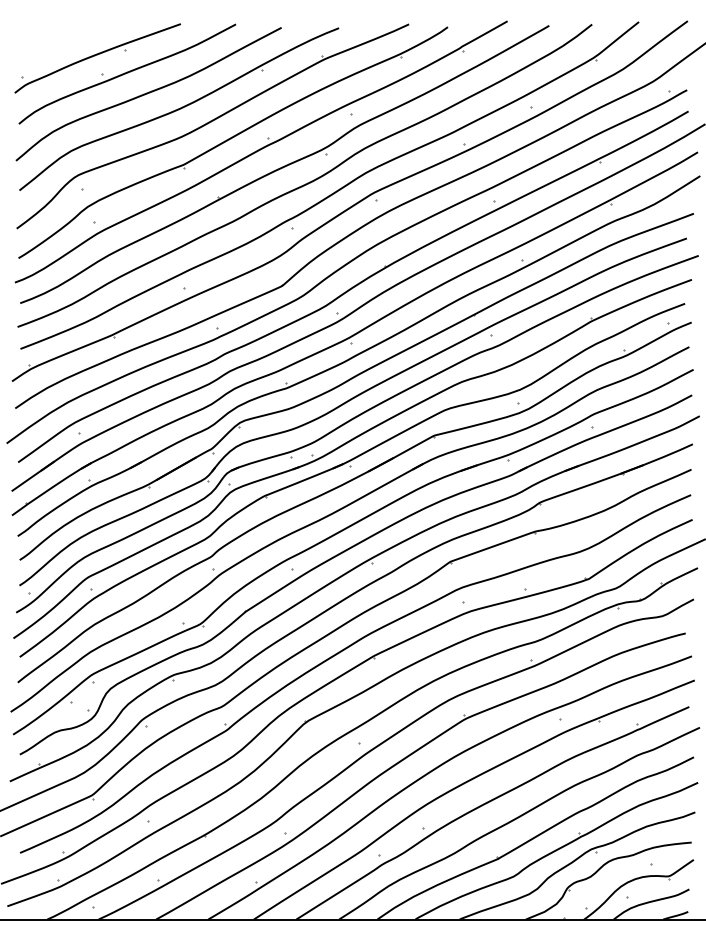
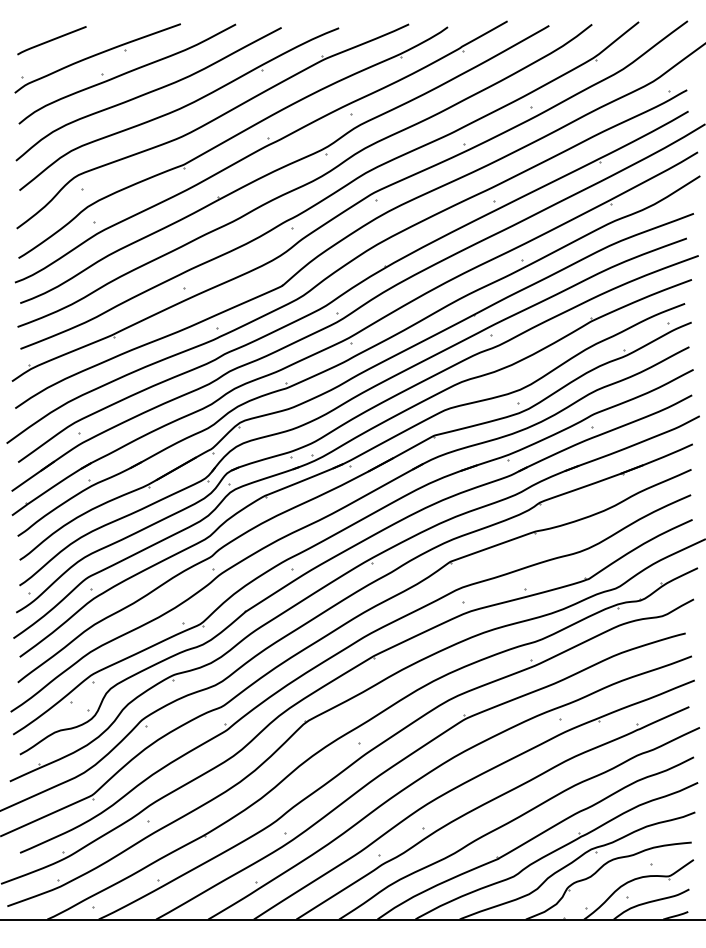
curve at (51, 40): none -> present
